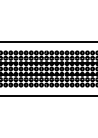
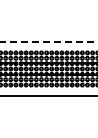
line at (48, 42): solid -> dashed
